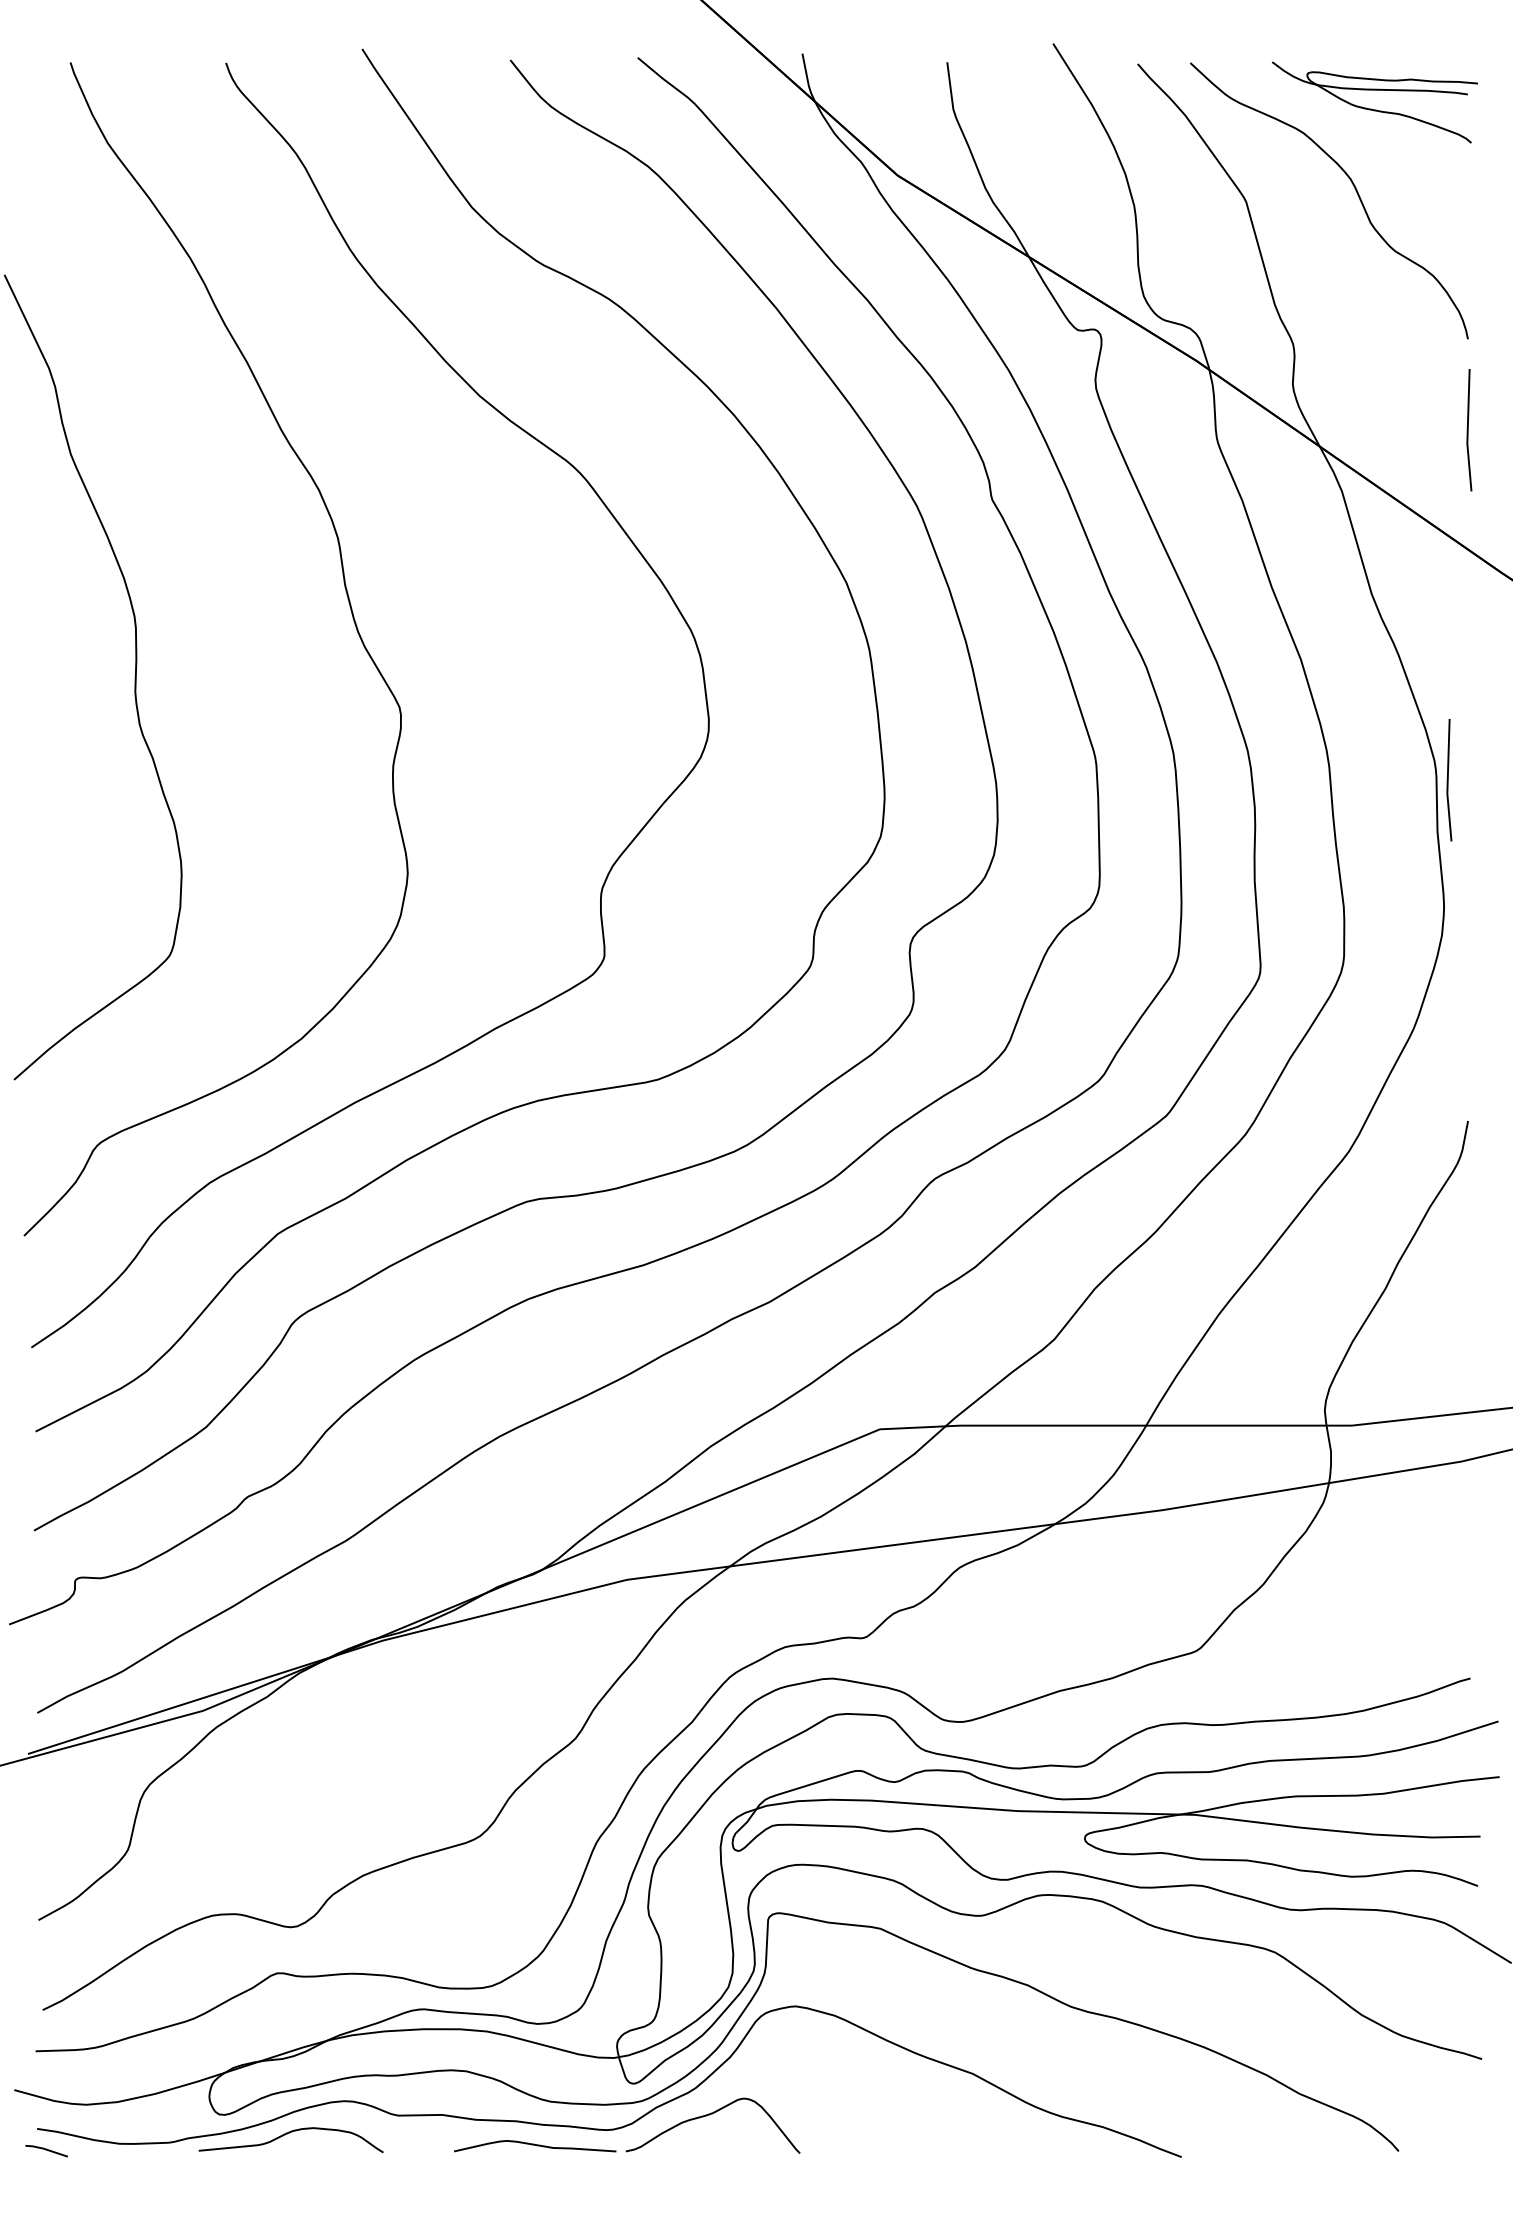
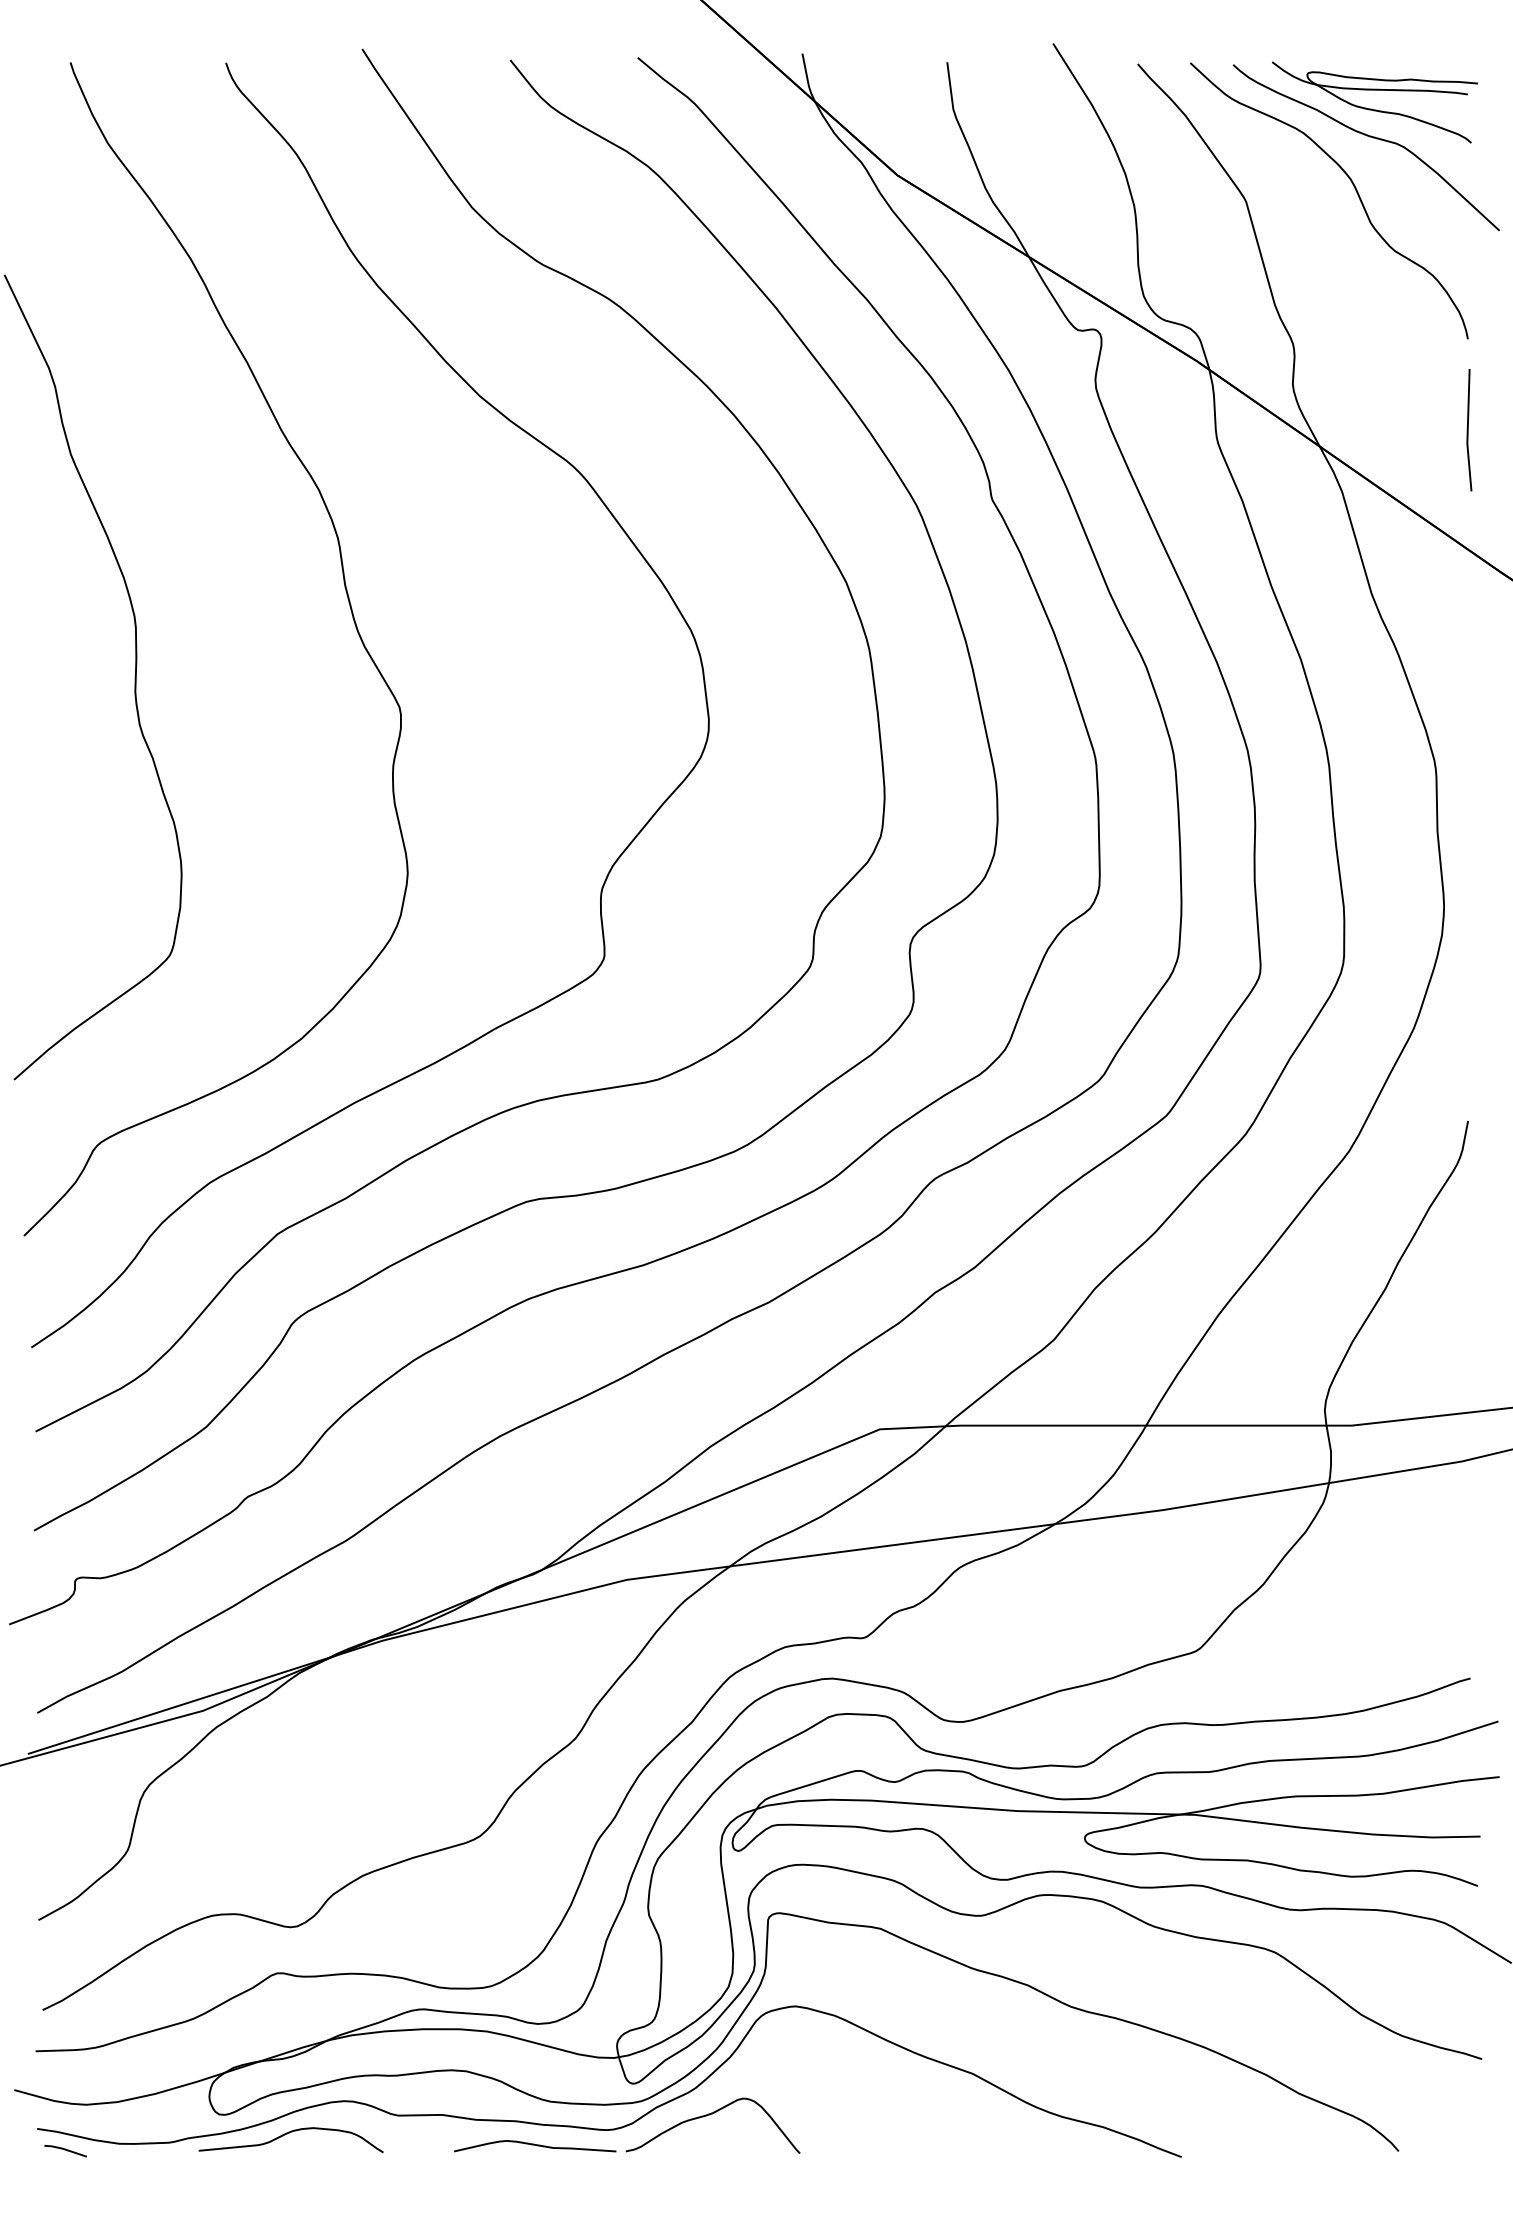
curve at (1369, 137): none -> present
line at (1448, 780): present -> none
line at (46, 2150) position: (46, 2150) -> (65, 2150)
